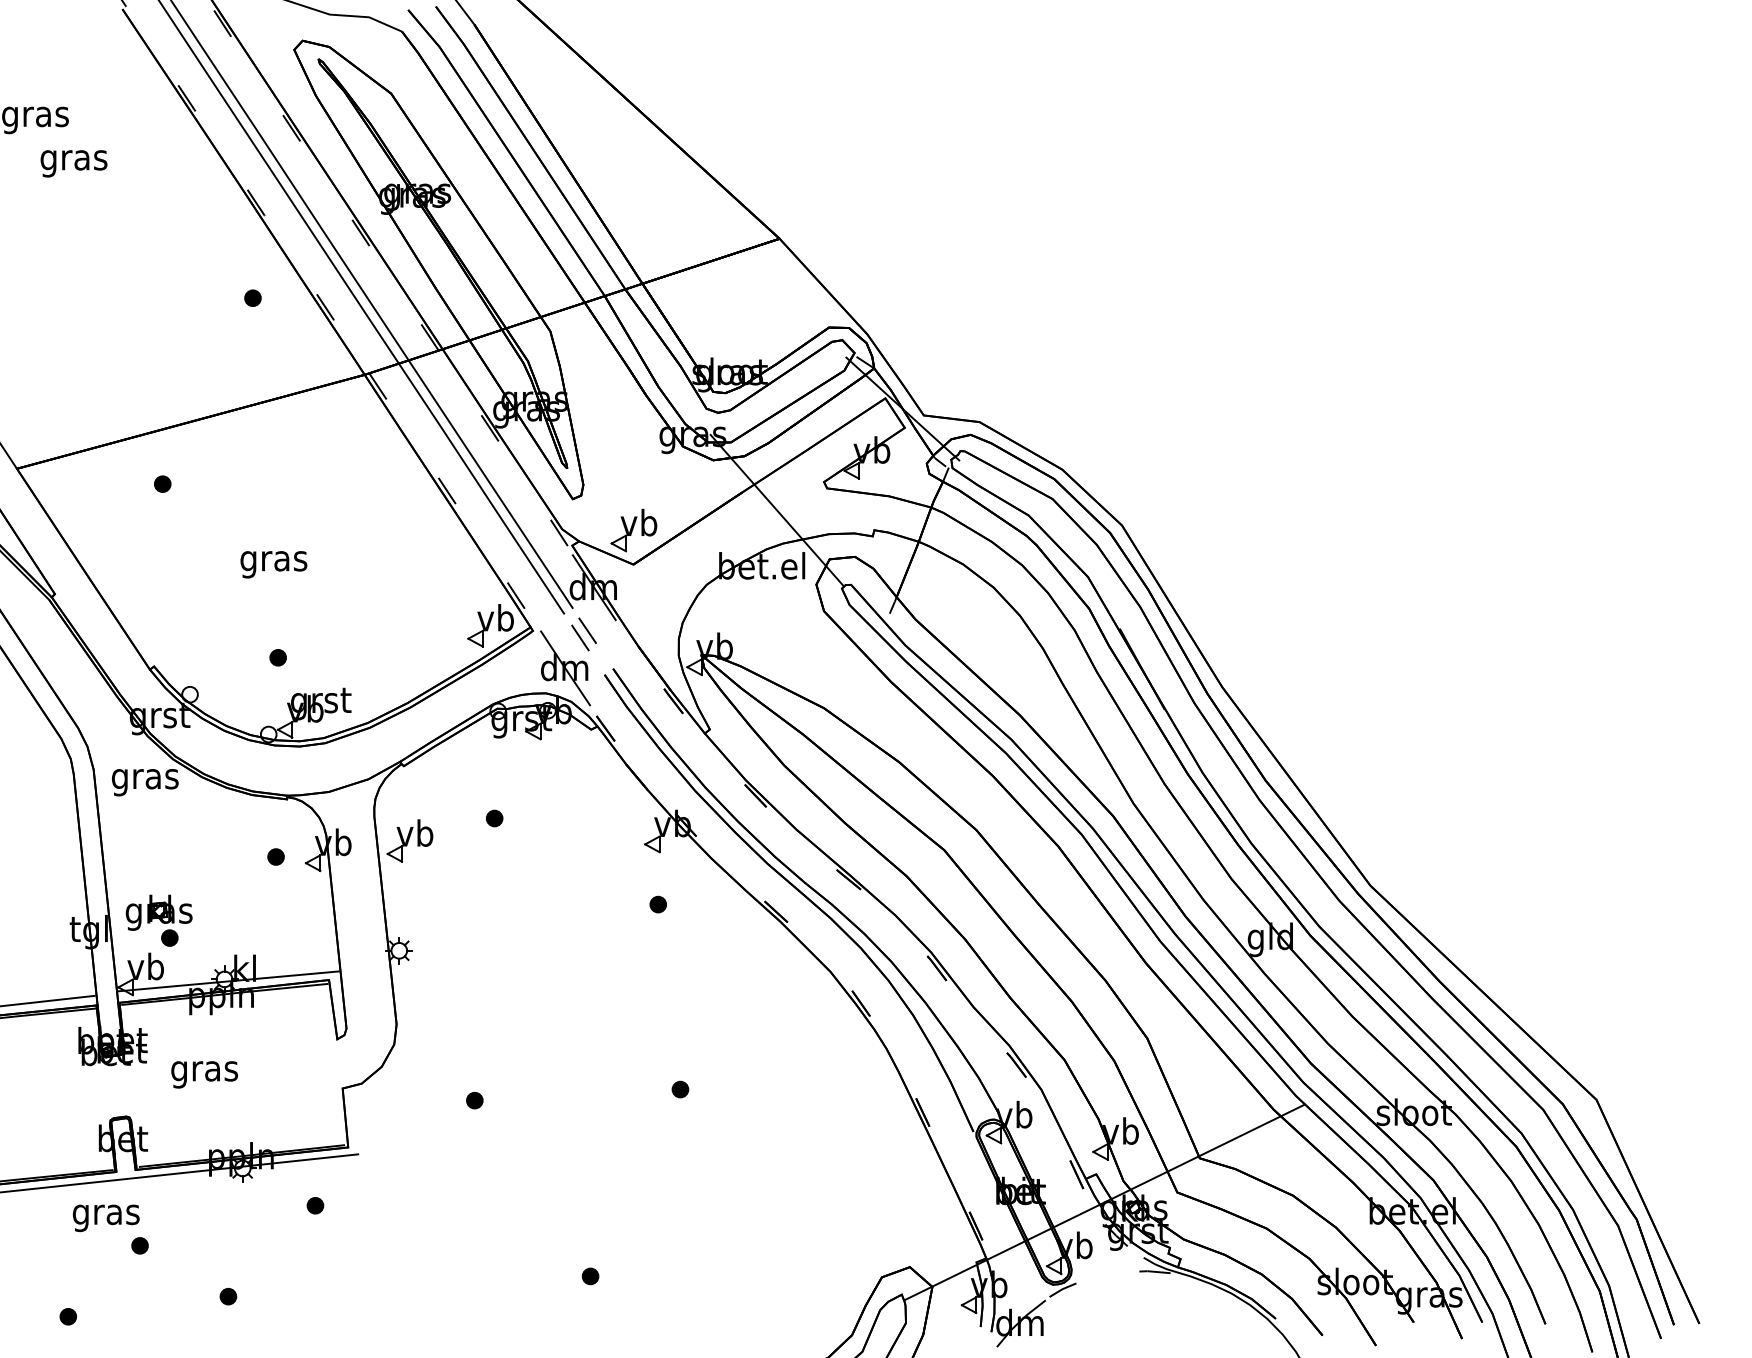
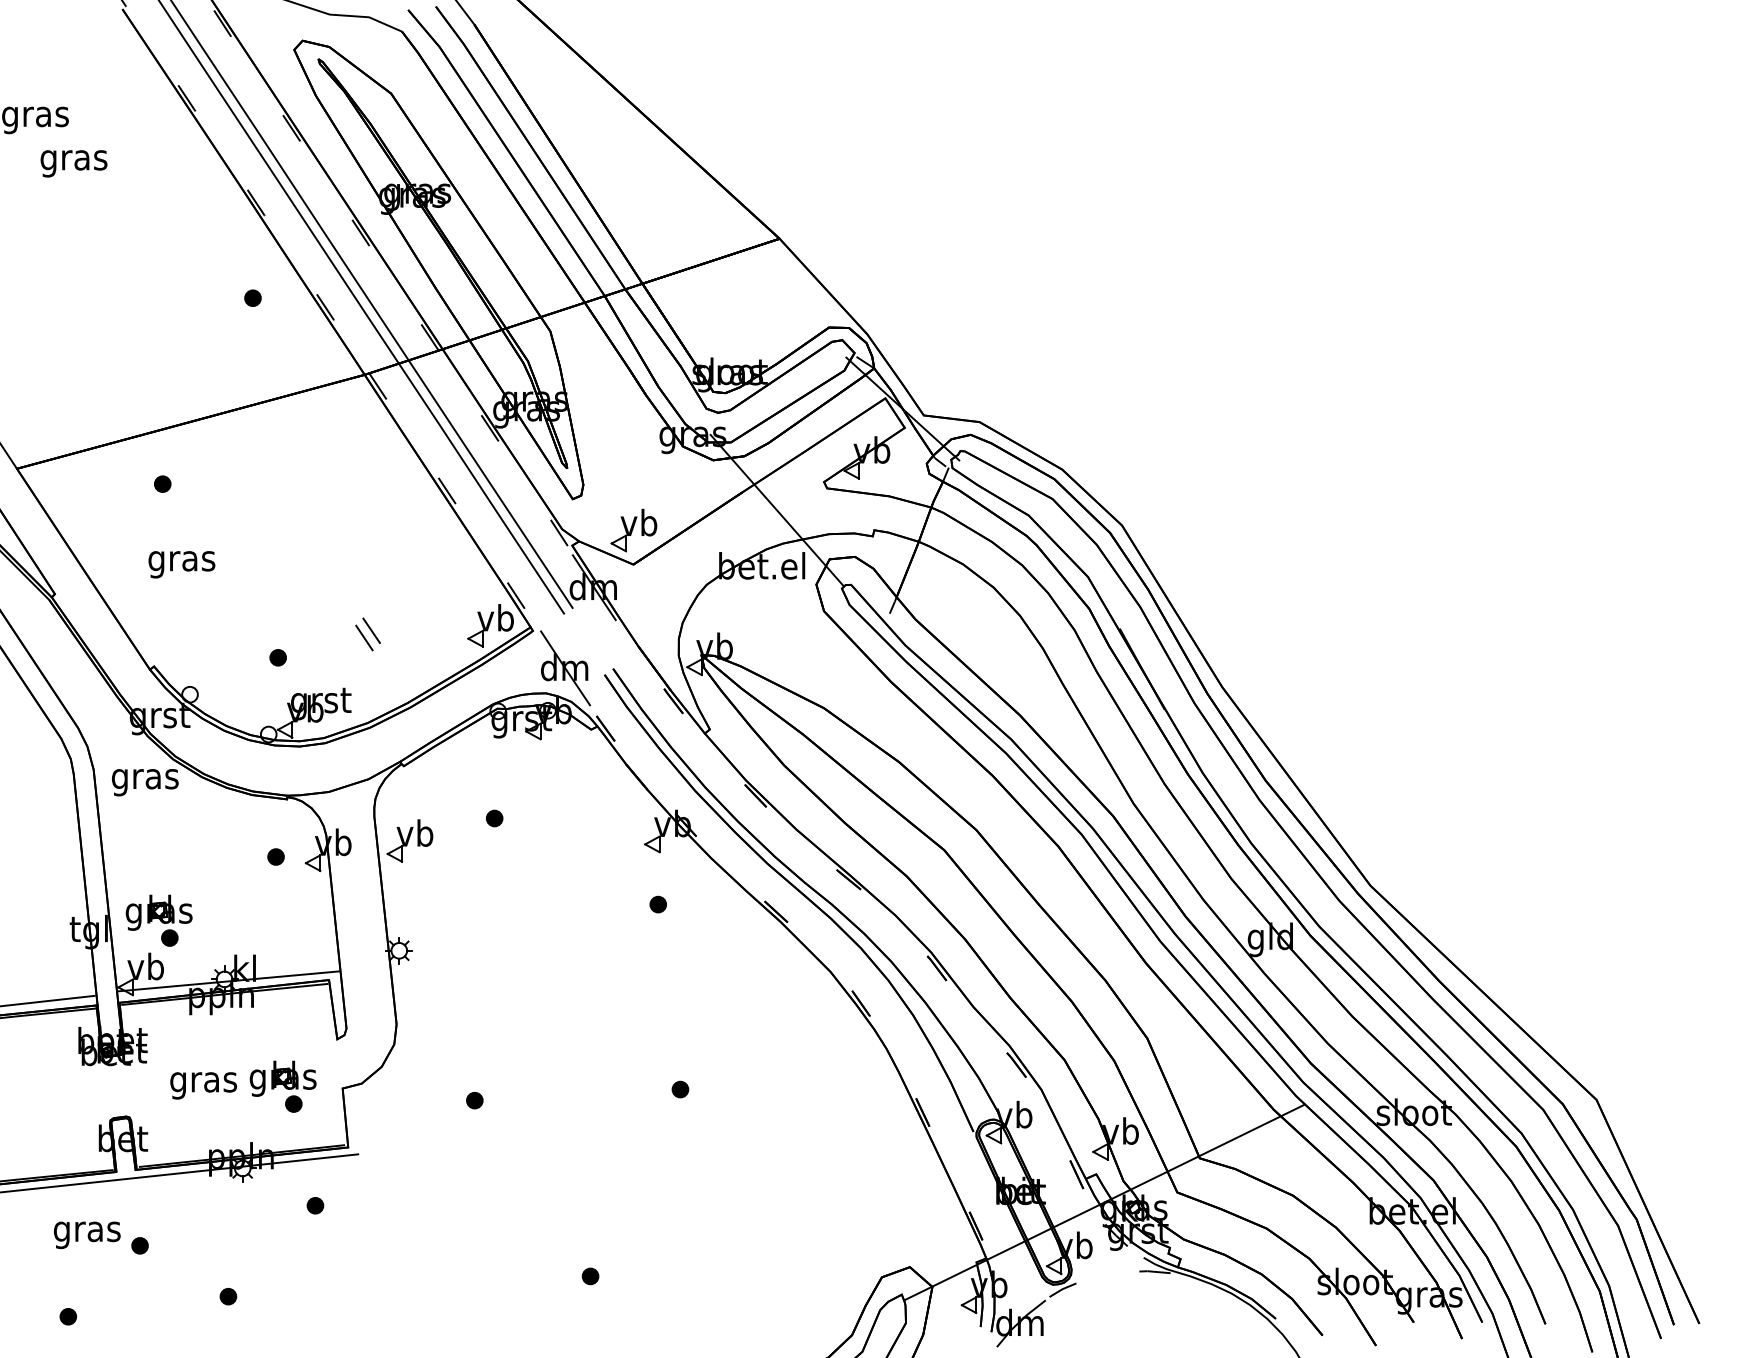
text at (273, 564) position: (273, 564) -> (181, 564)
part at (583, 634) position: (583, 634) -> (367, 634)
text at (204, 1074) position: (204, 1074) -> (203, 1085)
part at (282, 1086): none -> present
text at (105, 1218) position: (105, 1218) -> (86, 1235)
